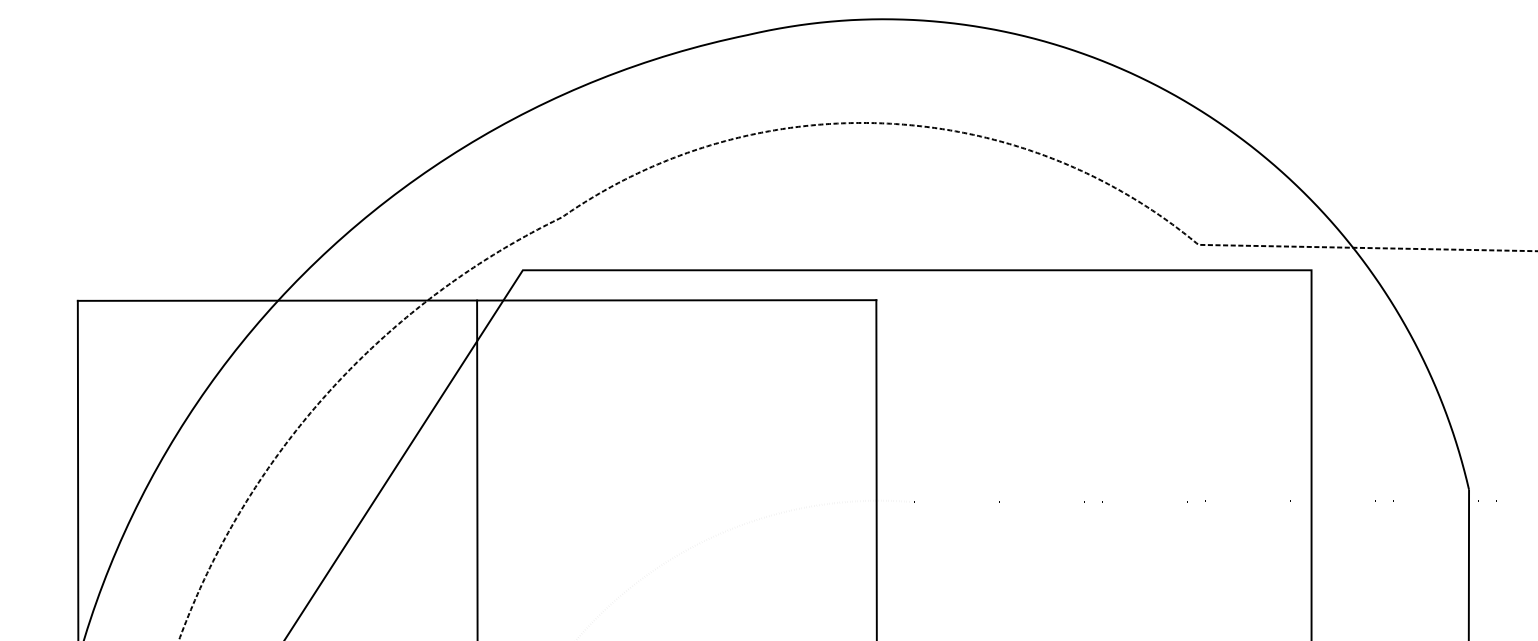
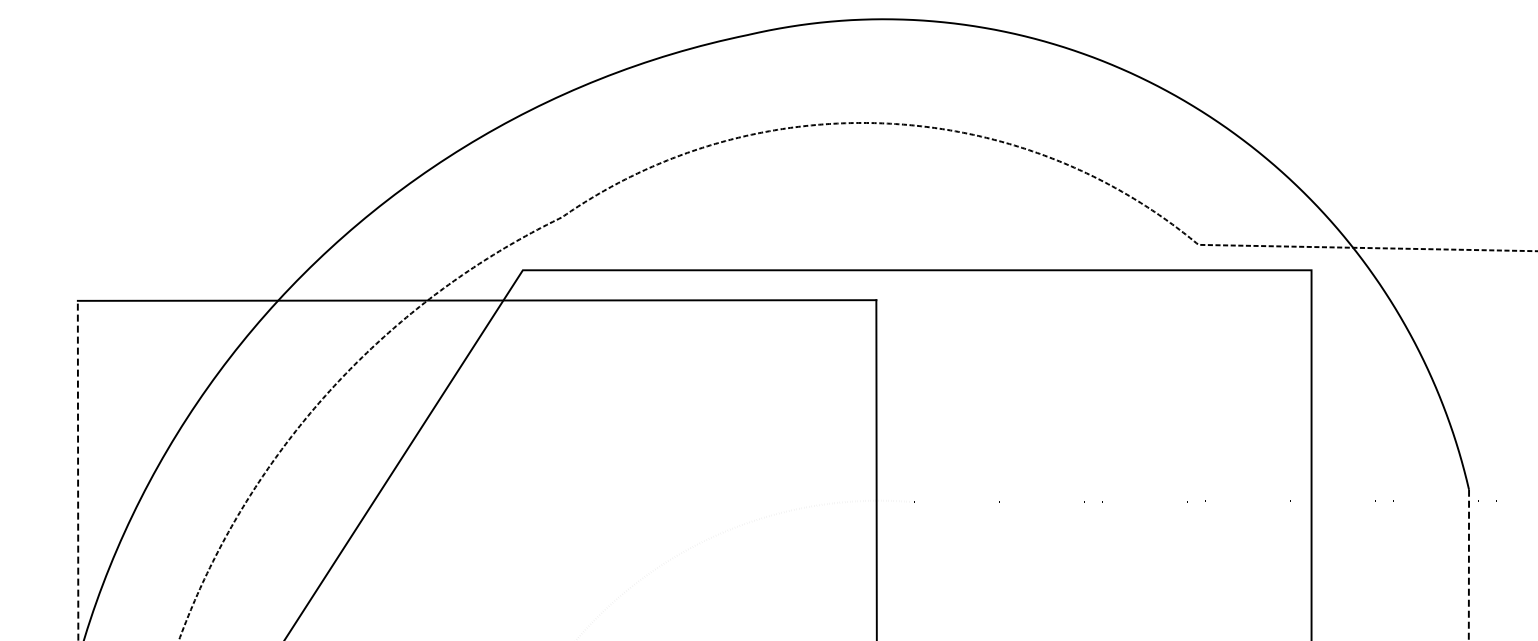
line at (477, 468): present -> none
line at (78, 470): solid -> dashed
line at (1468, 565): solid -> dashed
